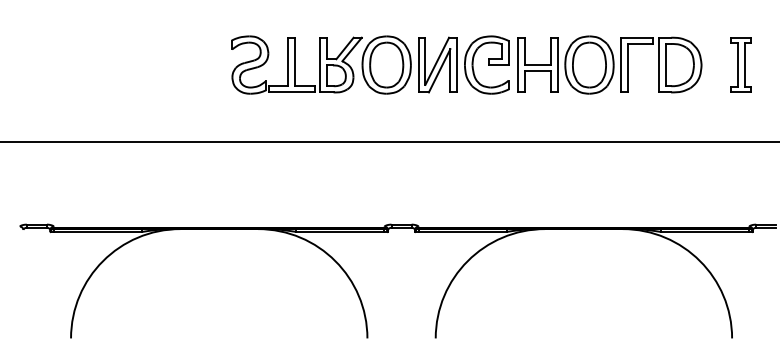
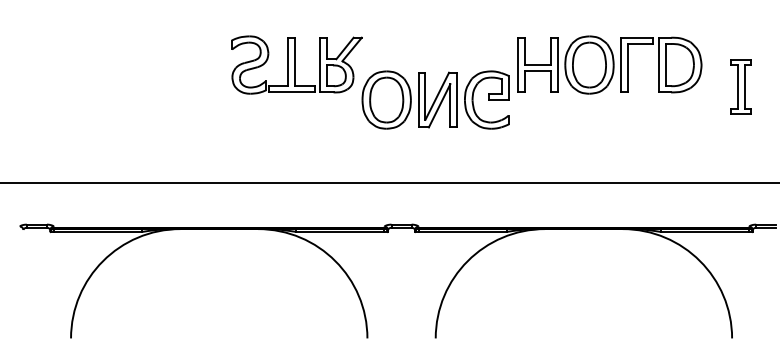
part at (435, 64) position: (435, 64) -> (435, 99)
part at (740, 64) position: (740, 64) -> (740, 86)
line at (389, 142) position: (389, 142) -> (389, 183)
